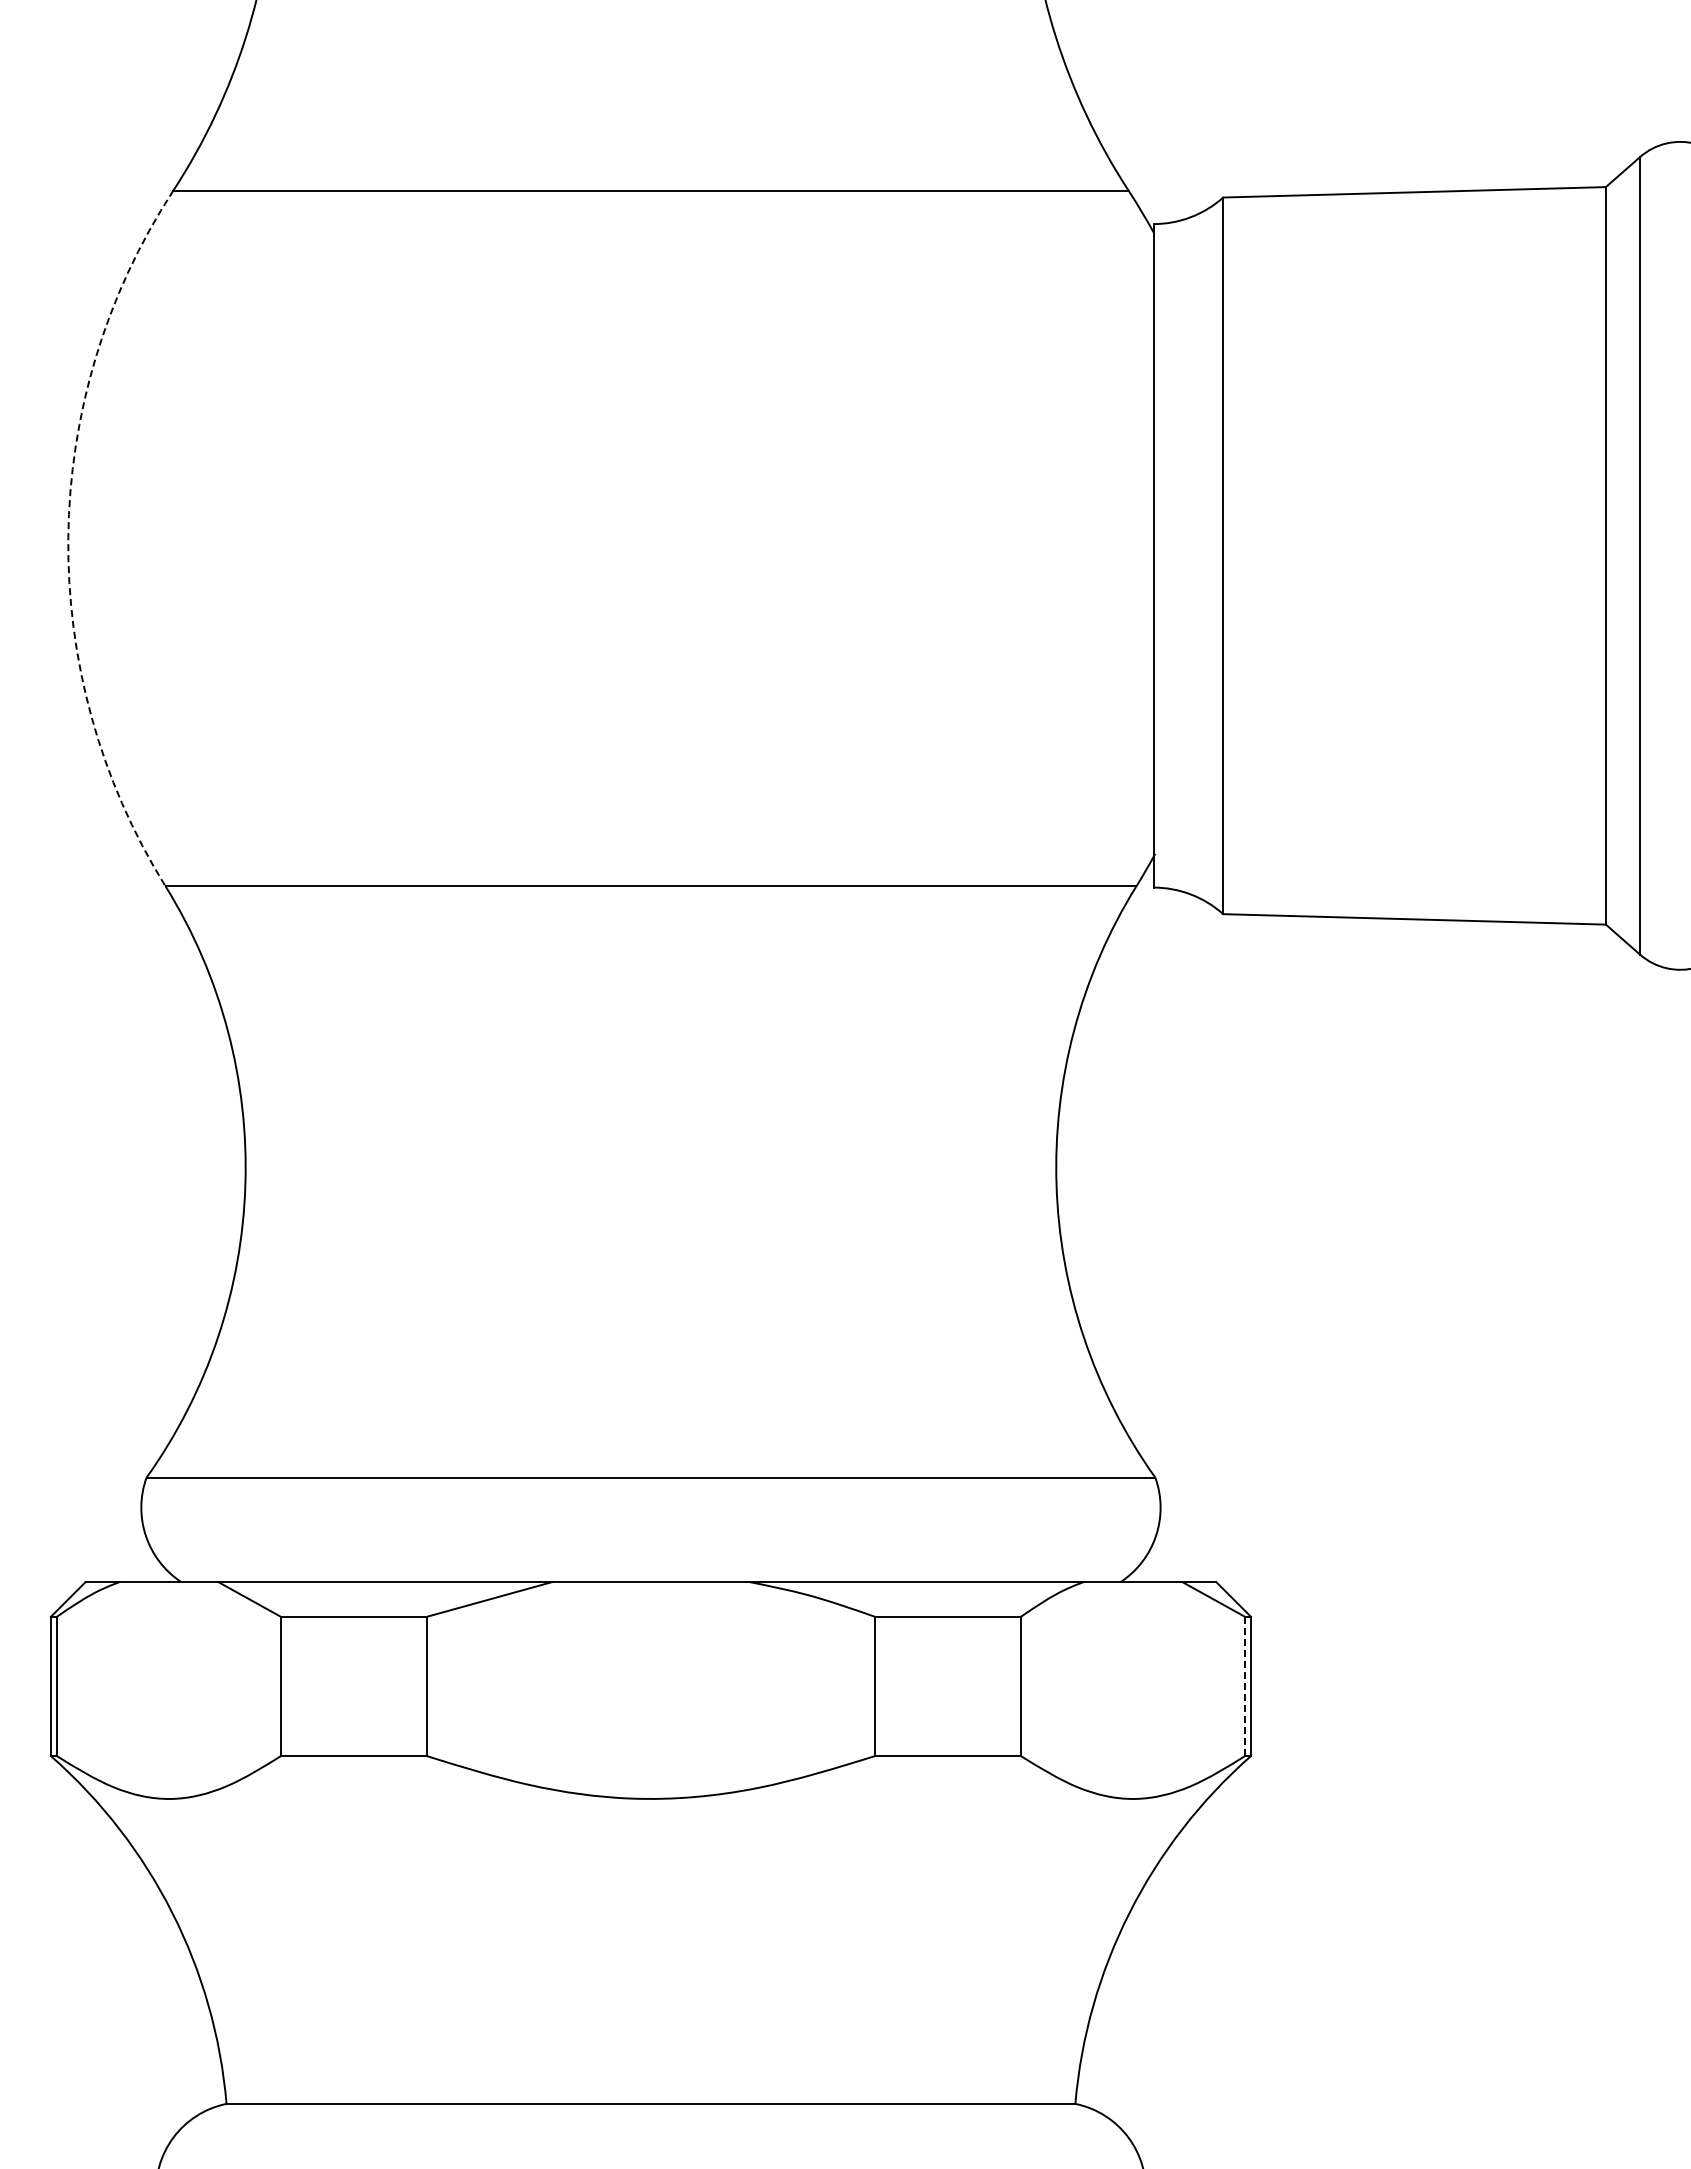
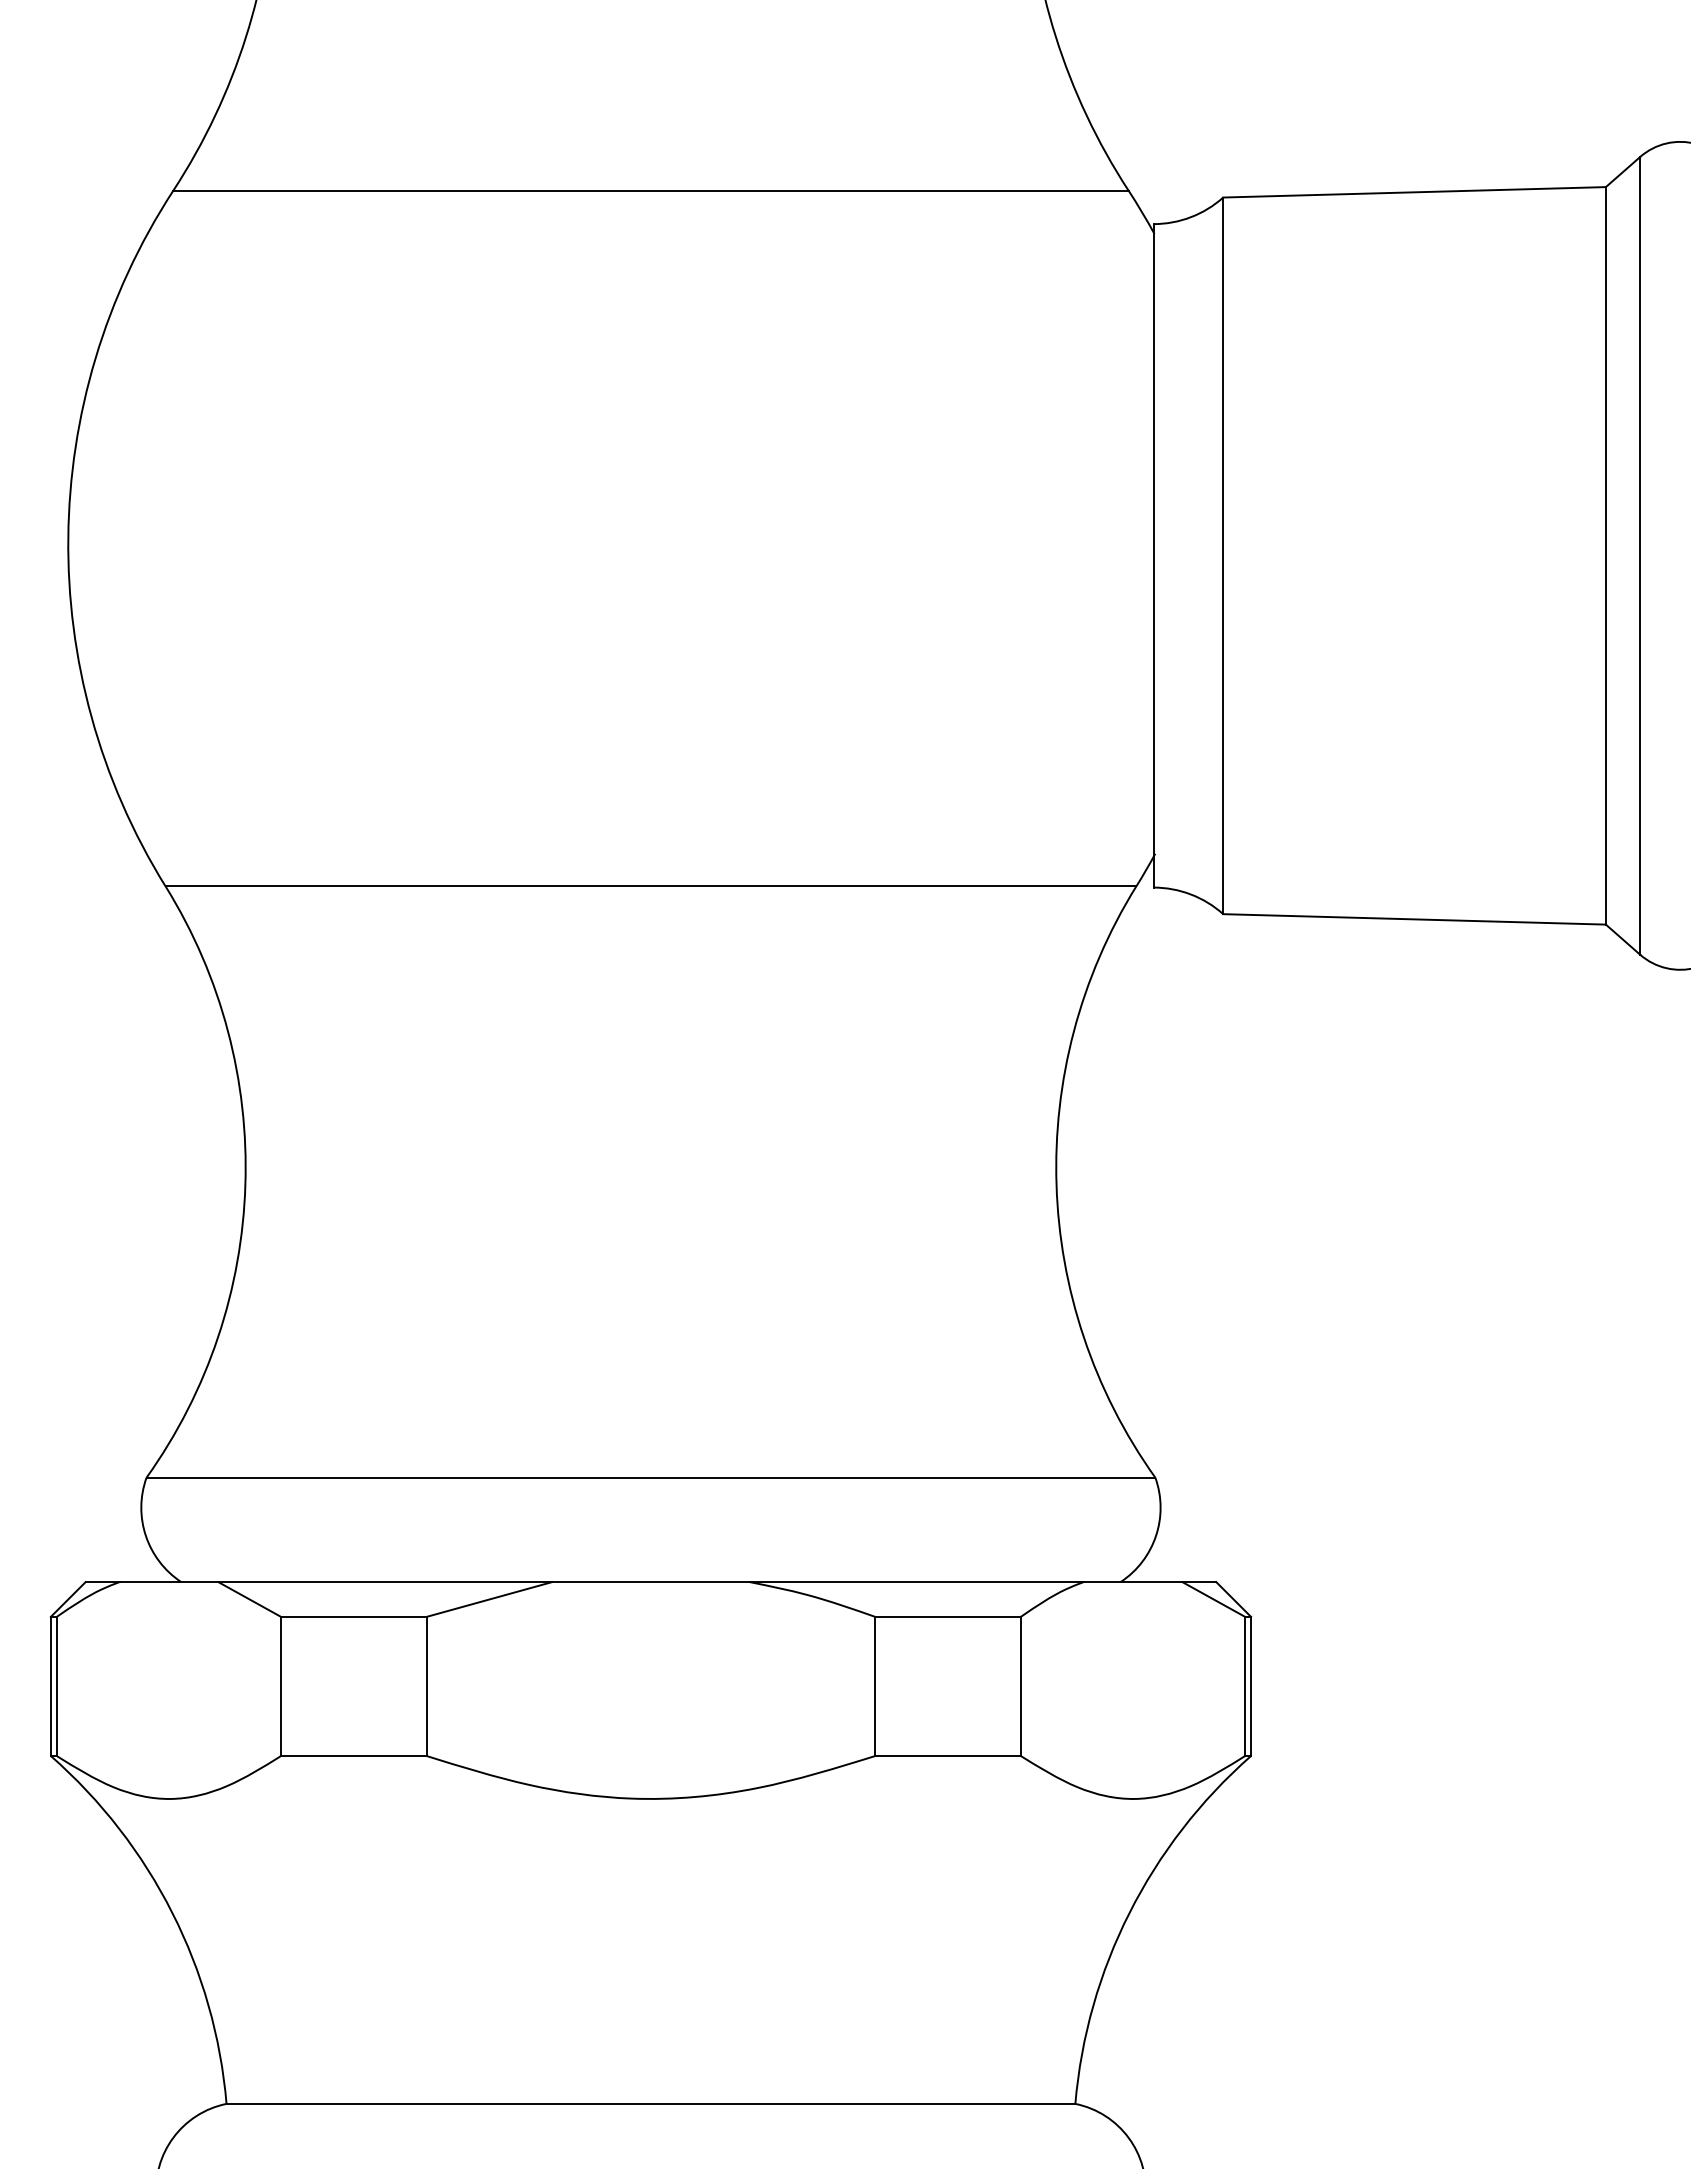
arc at (68, 537): dashed -> solid
line at (1245, 1686): dashed -> solid
